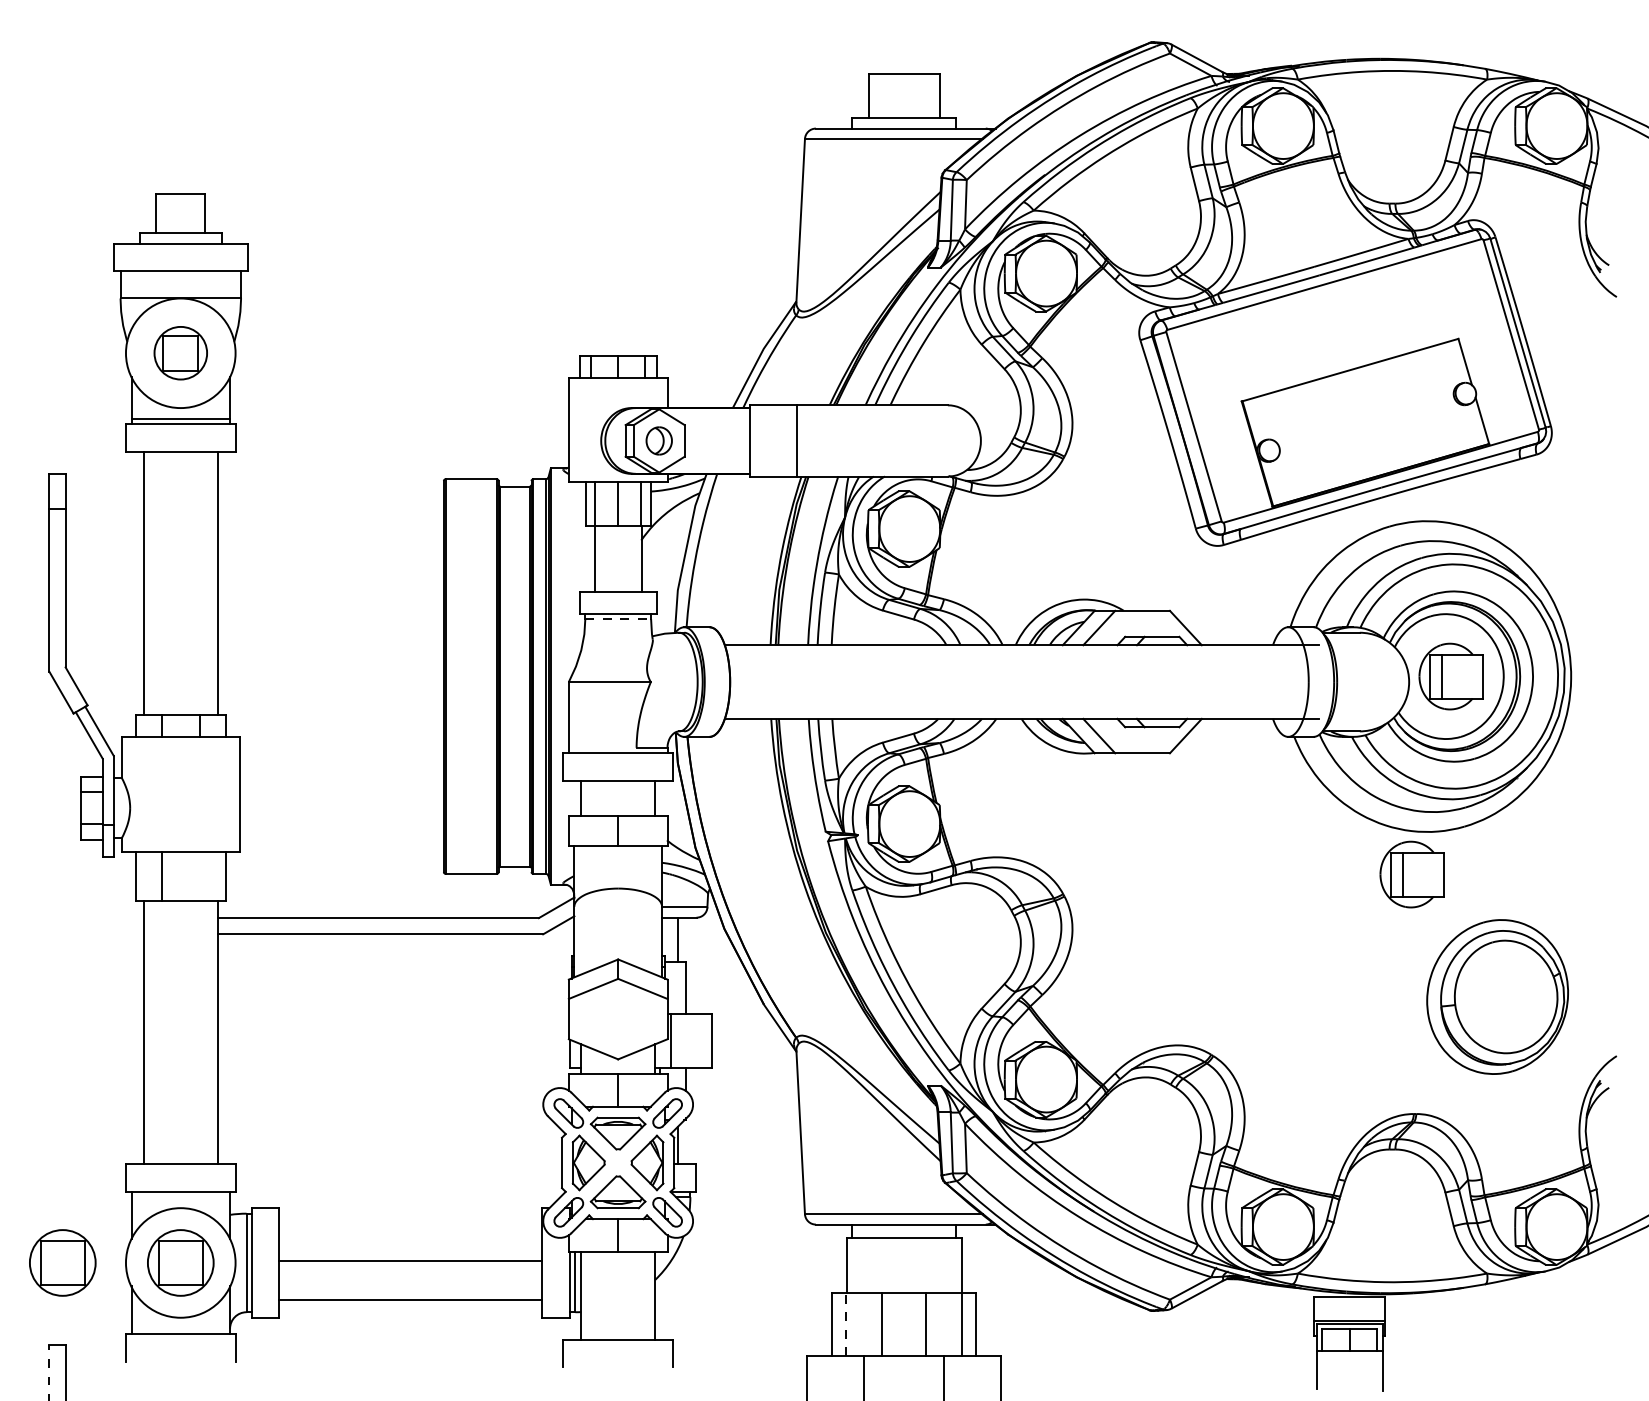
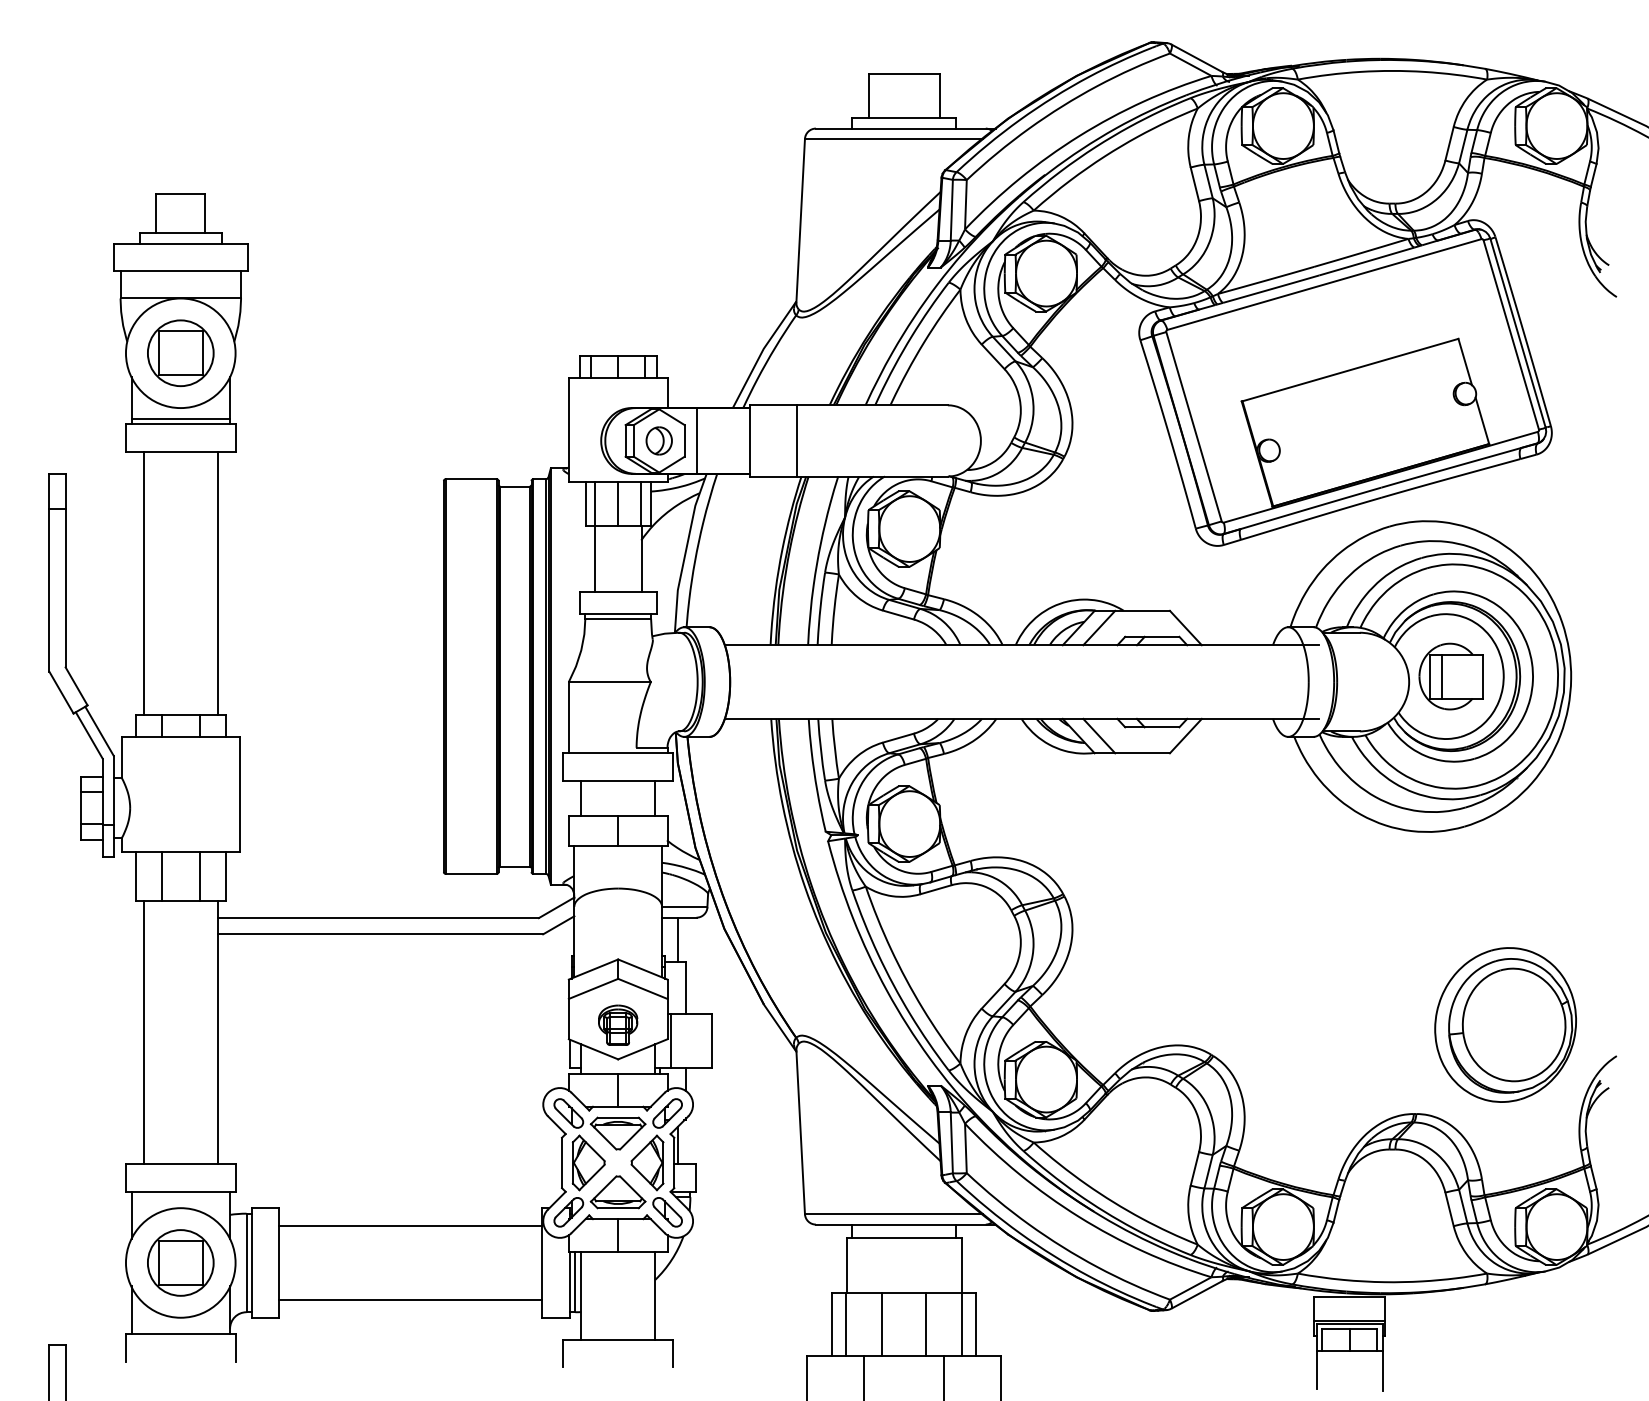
part at (180, 353) size: 55x55 px -> 68x68 px
line at (696, 440): none -> present
line at (618, 619): dashed -> solid
part at (1411, 874): present -> none
line at (199, 876): none -> present
part at (1497, 996) position: (1497, 996) -> (1505, 1024)
part at (618, 1024): none -> present
line at (410, 1261) position: (410, 1261) -> (410, 1226)
part at (62, 1262): present -> none
line at (845, 1324): dashed -> solid
line at (49, 1372): dashed -> solid
